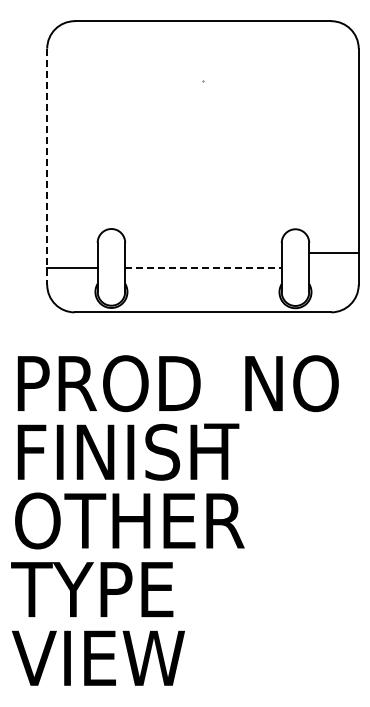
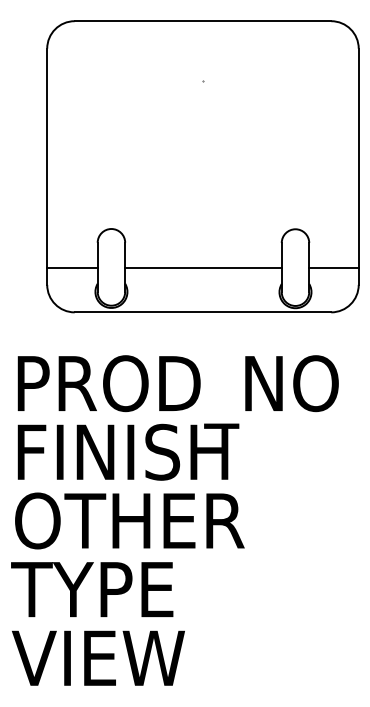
line at (47, 167): dashed -> solid
line at (333, 253) position: (333, 253) -> (333, 268)
line at (203, 268): dashed -> solid
